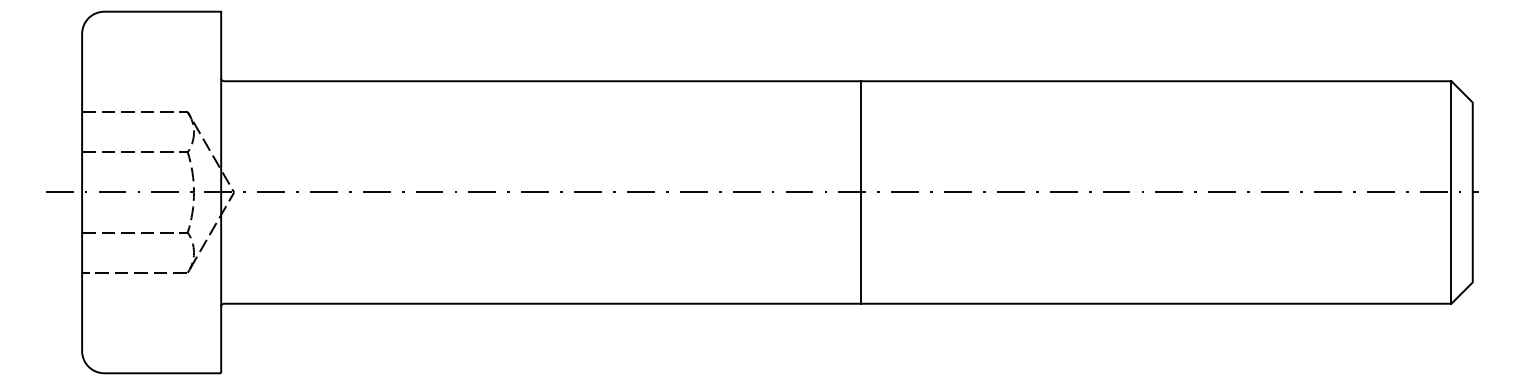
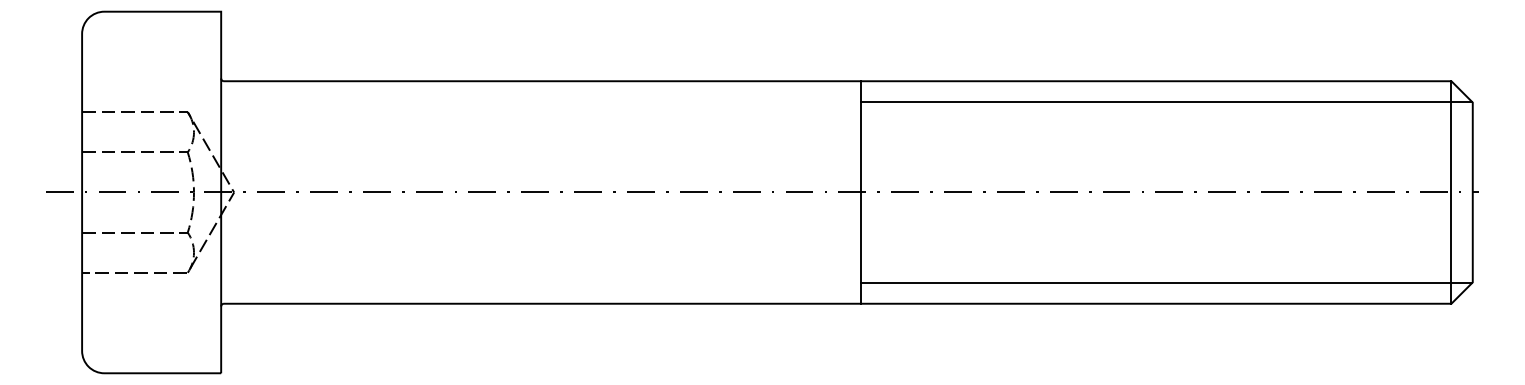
line at (1166, 101): none -> present
line at (1166, 283): none -> present
